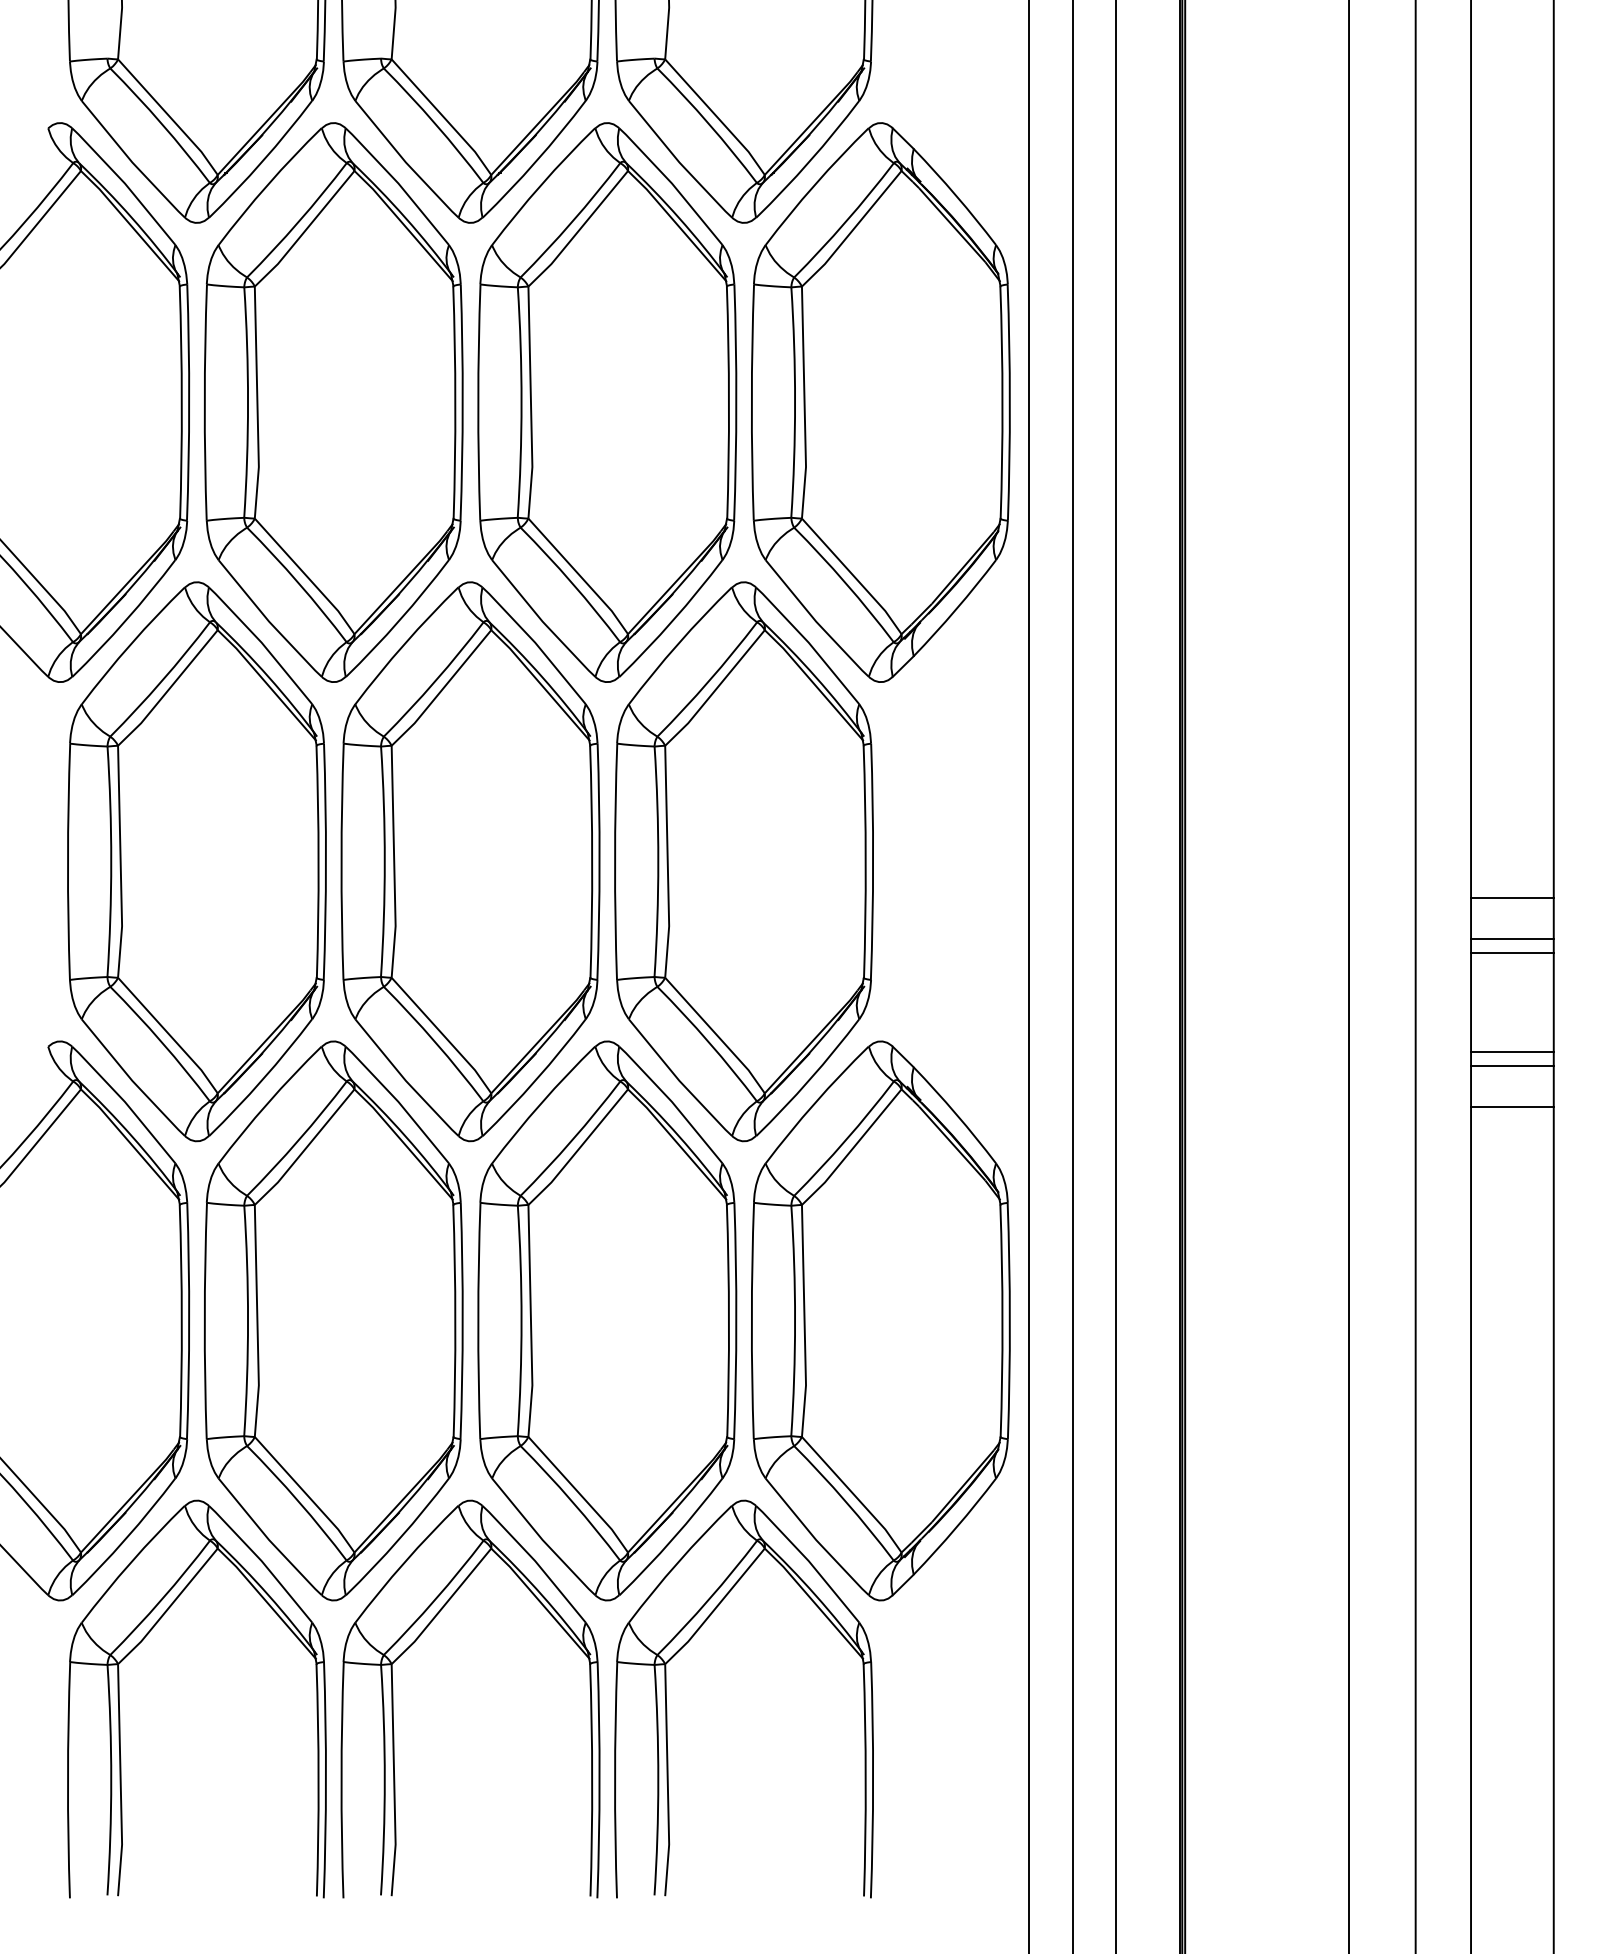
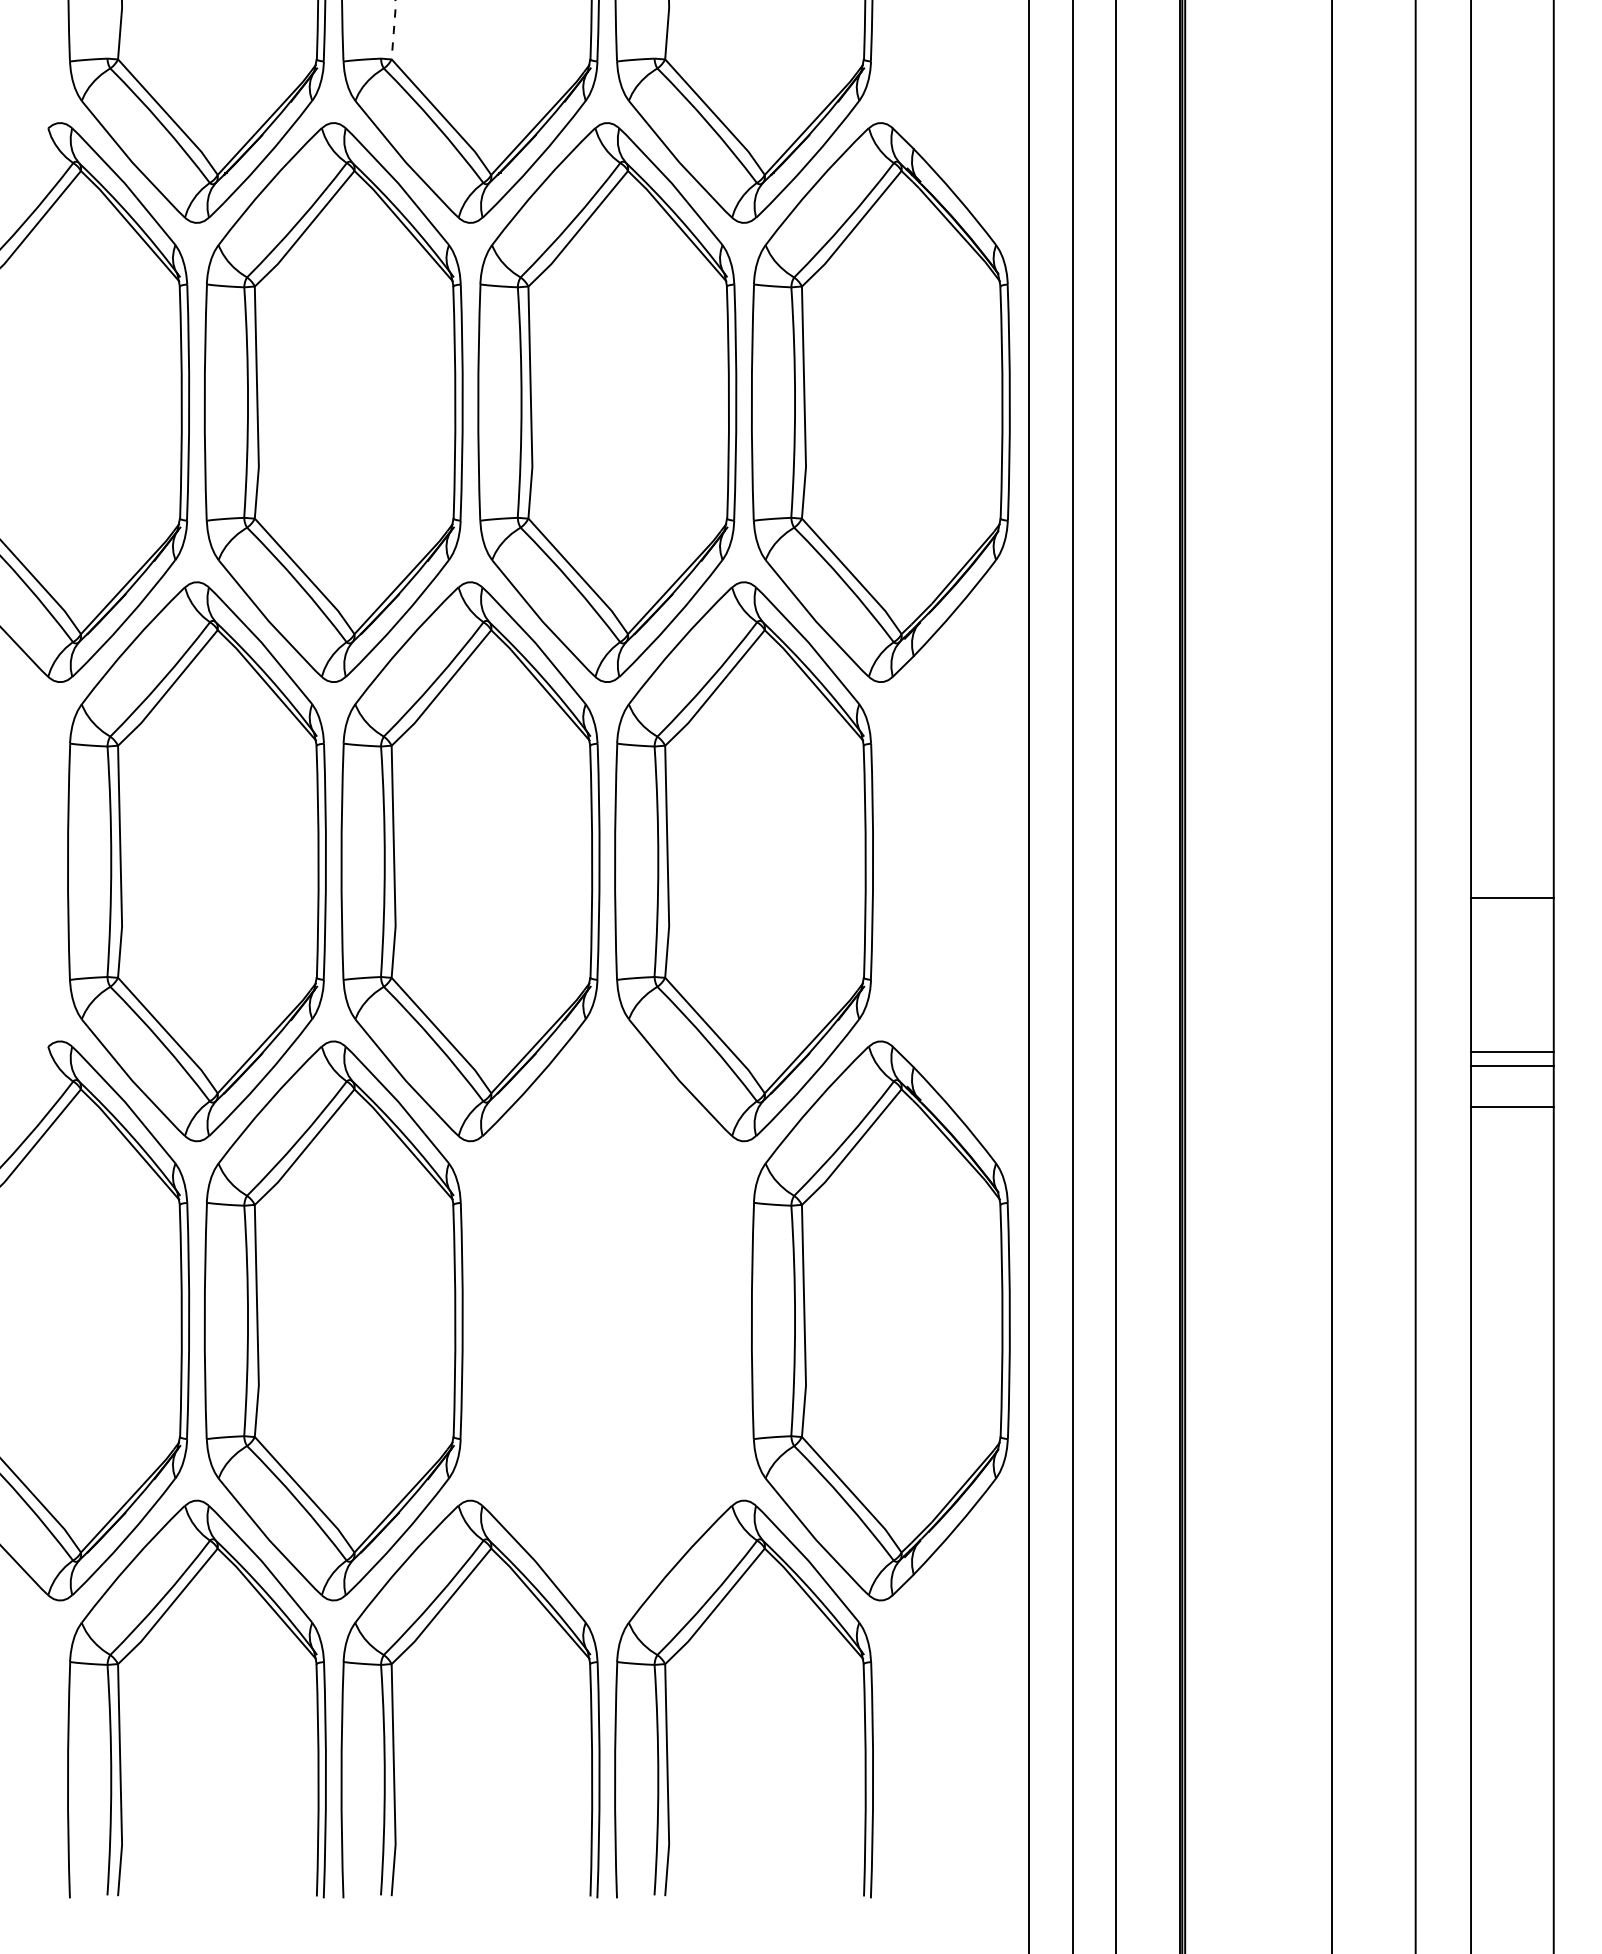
line at (393, 29): solid -> dashed
line at (1512, 939): present -> none
line at (1512, 952): present -> none
line at (1348, 976) position: (1348, 976) -> (1331, 976)
part at (607, 1320): present -> none
